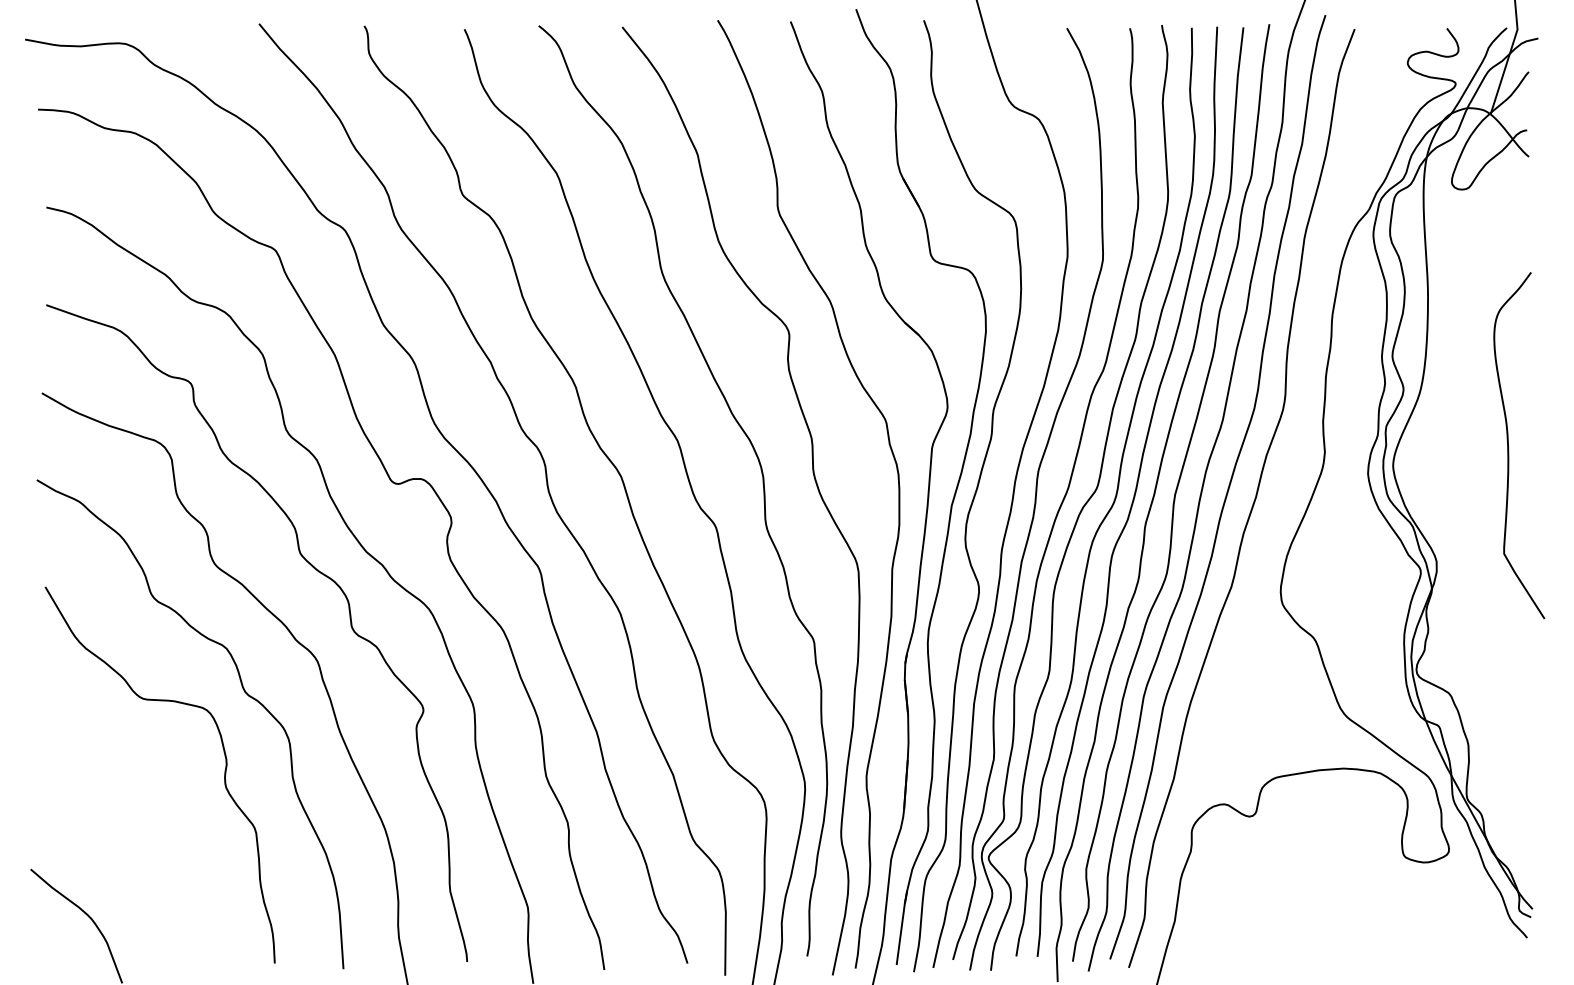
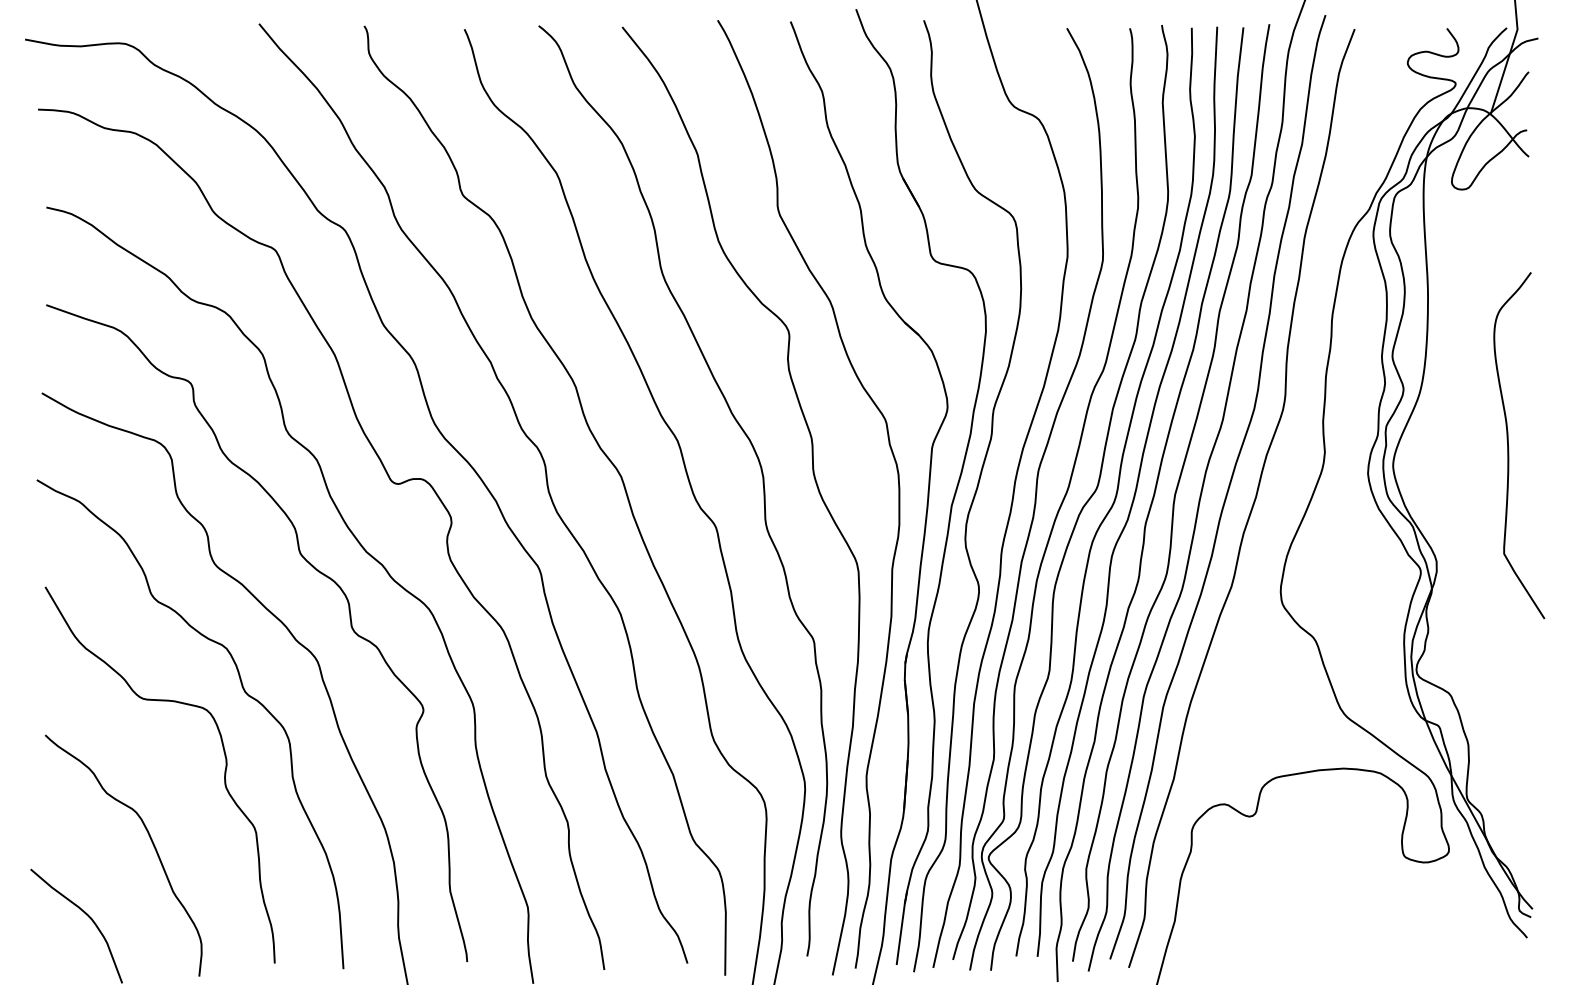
curve at (151, 842): none -> present
